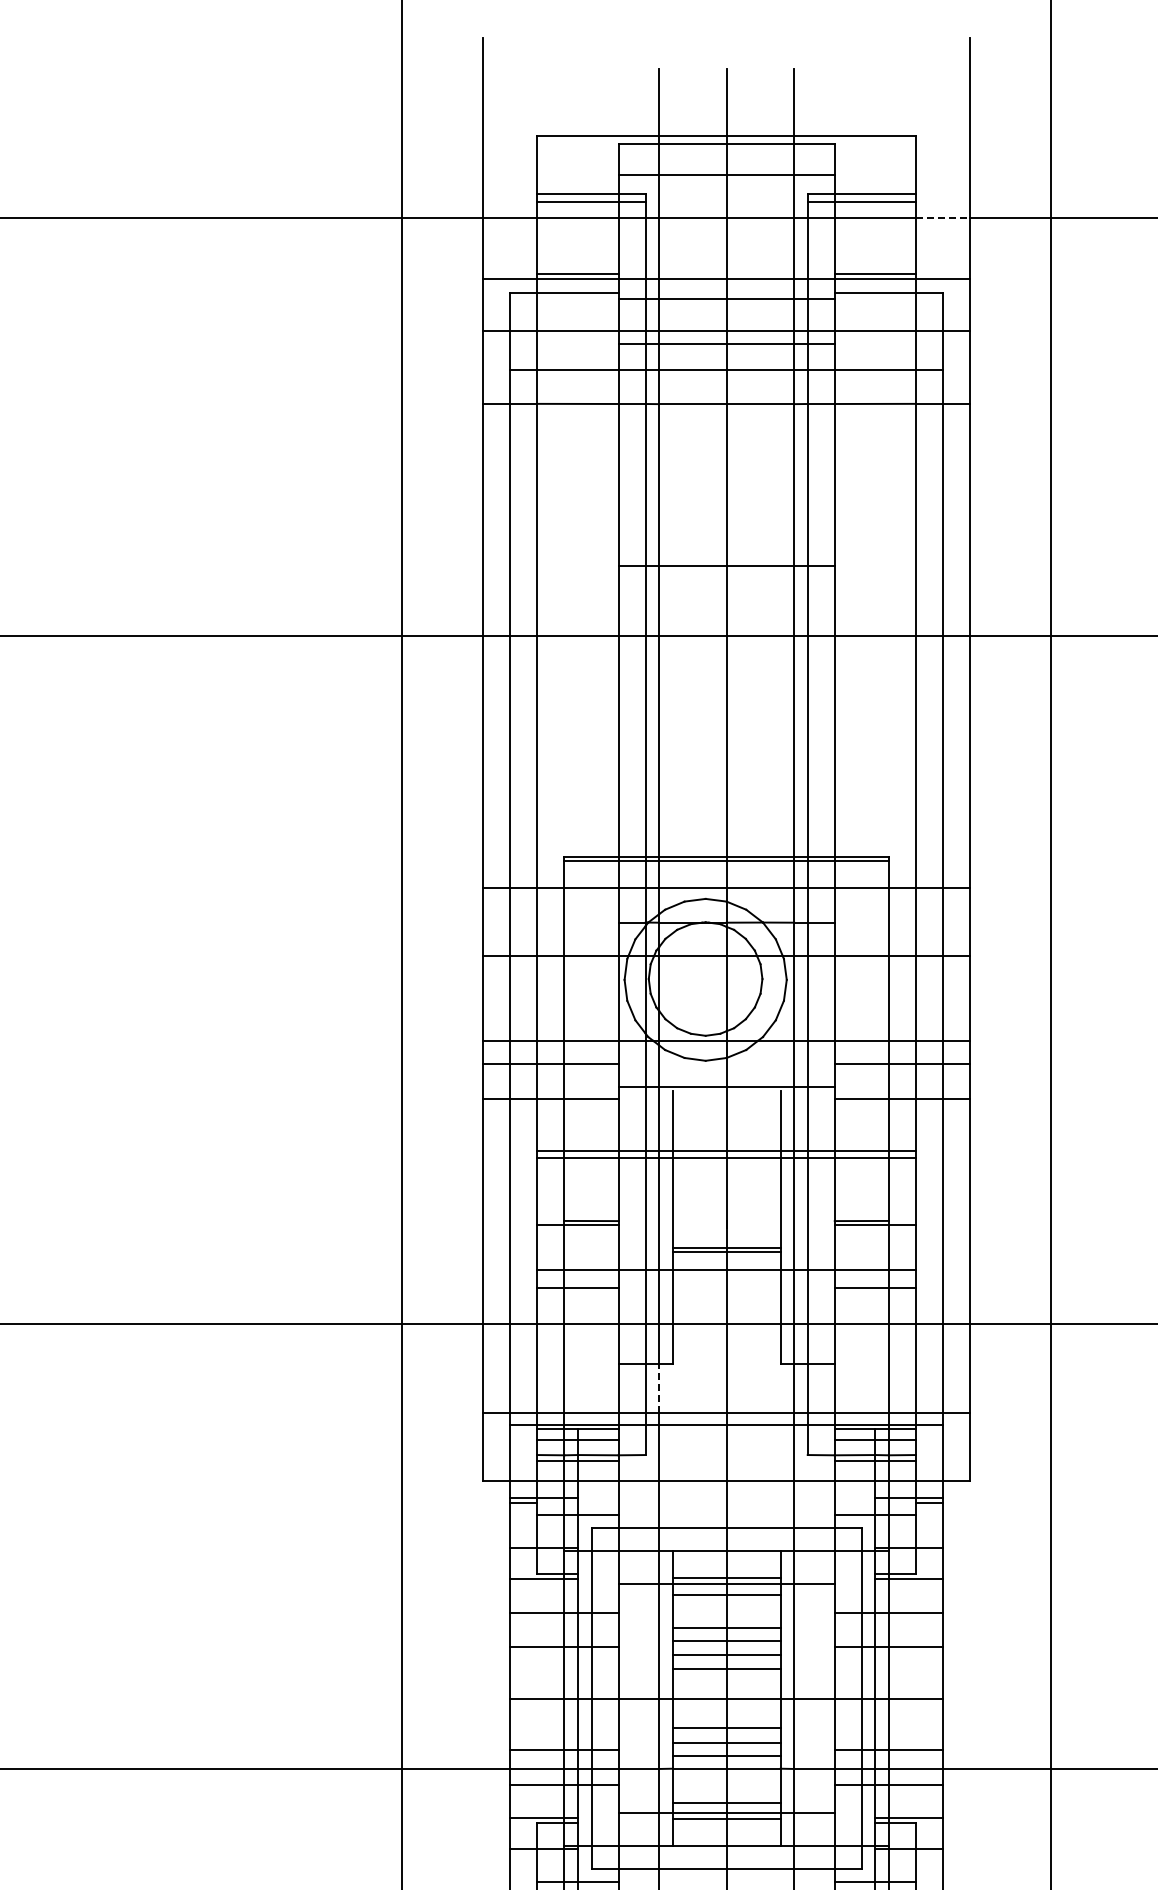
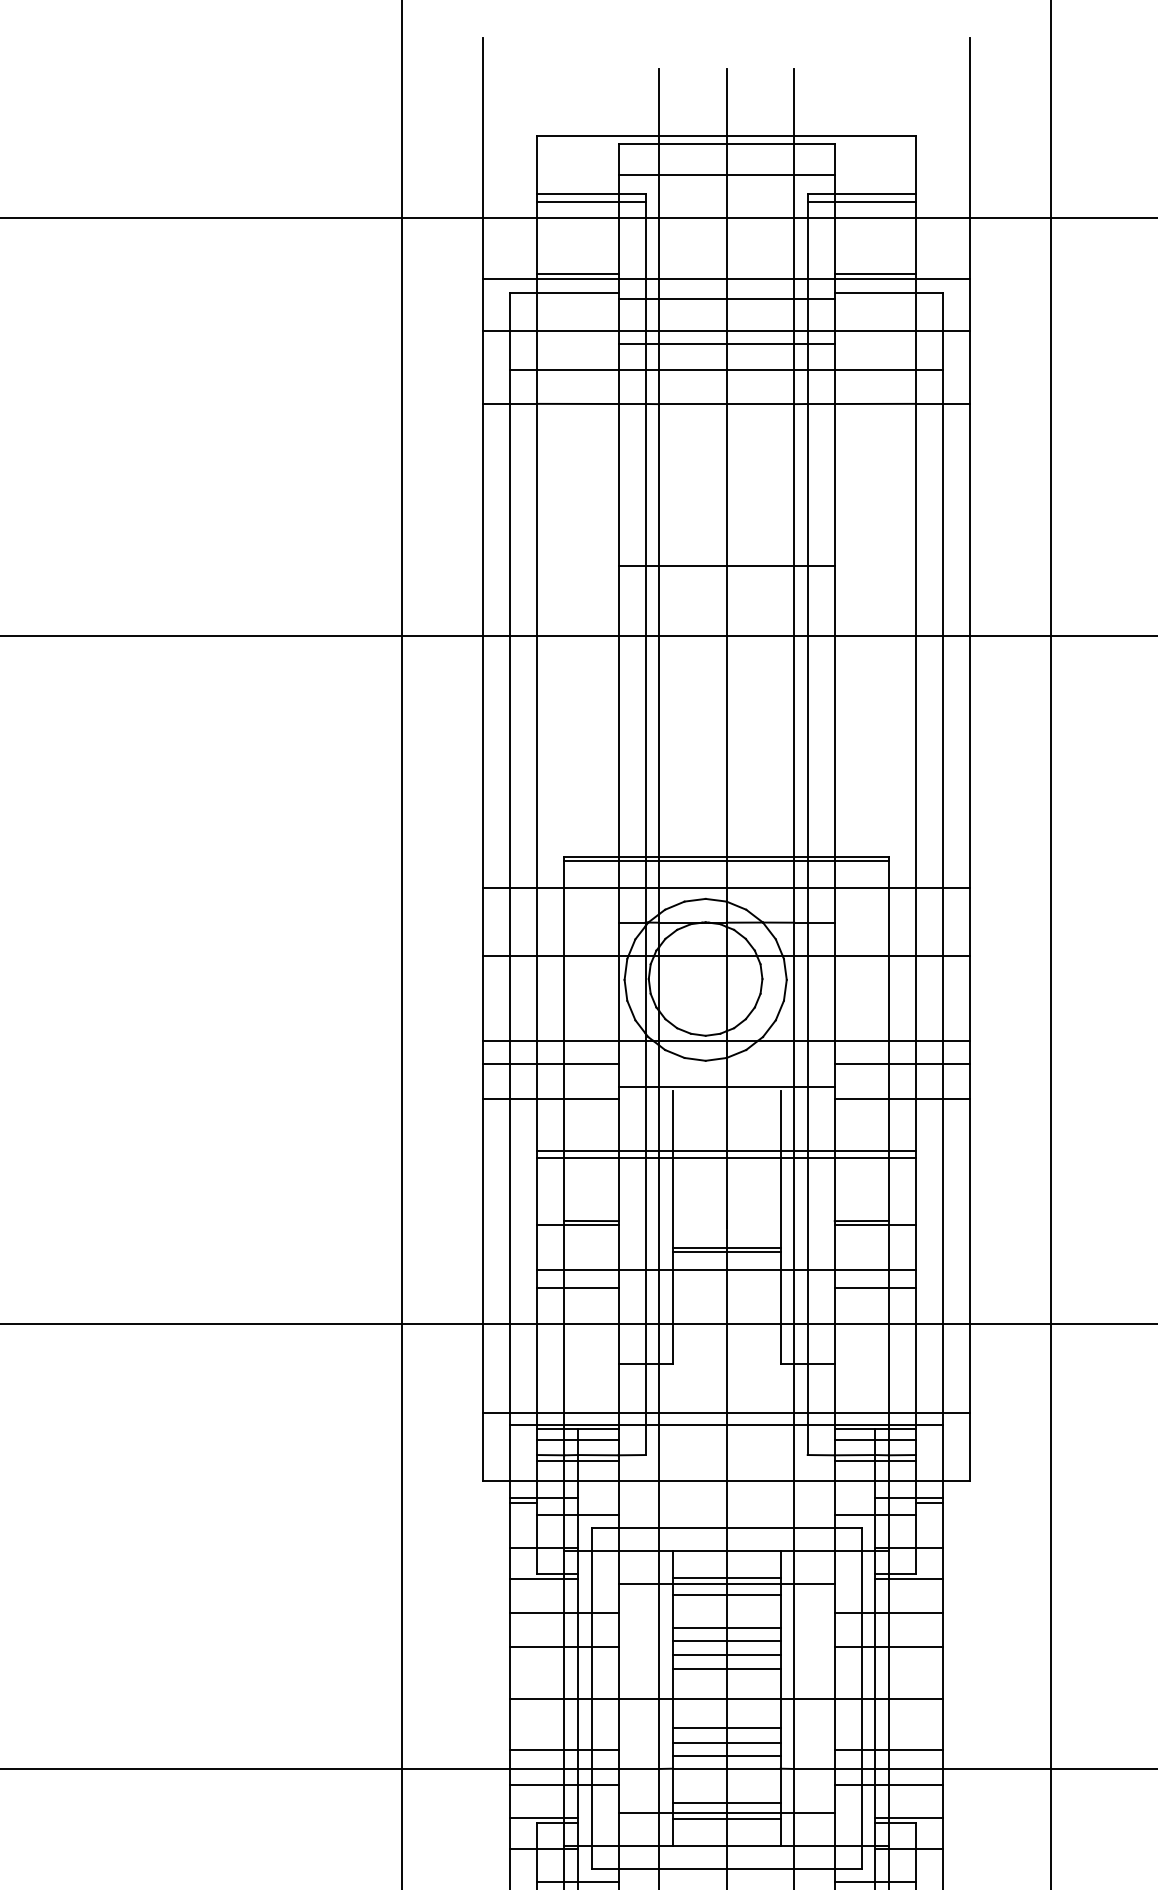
line at (943, 218): dashed -> solid
line at (659, 1388): dashed -> solid
